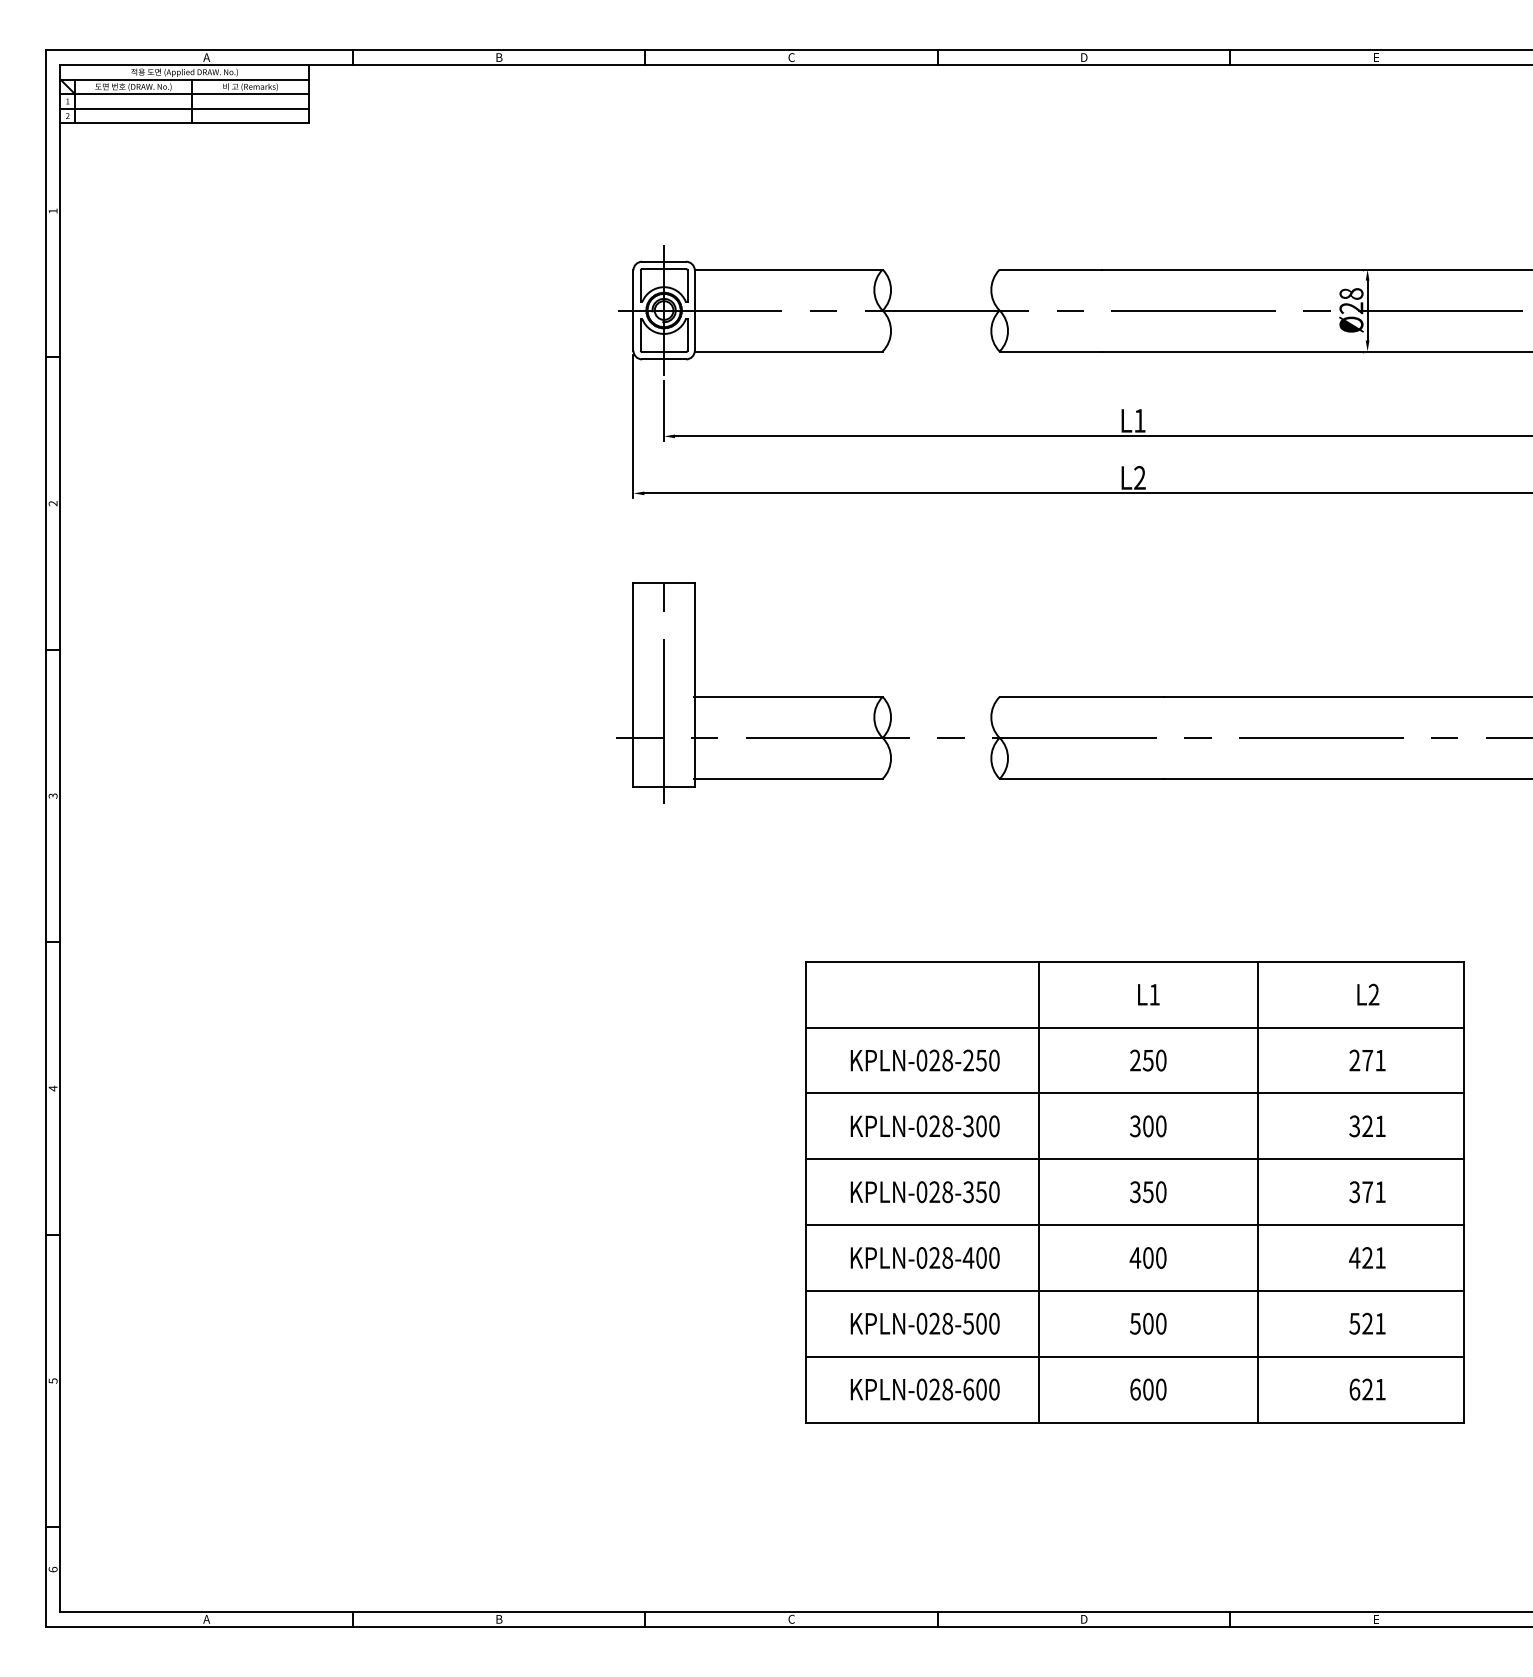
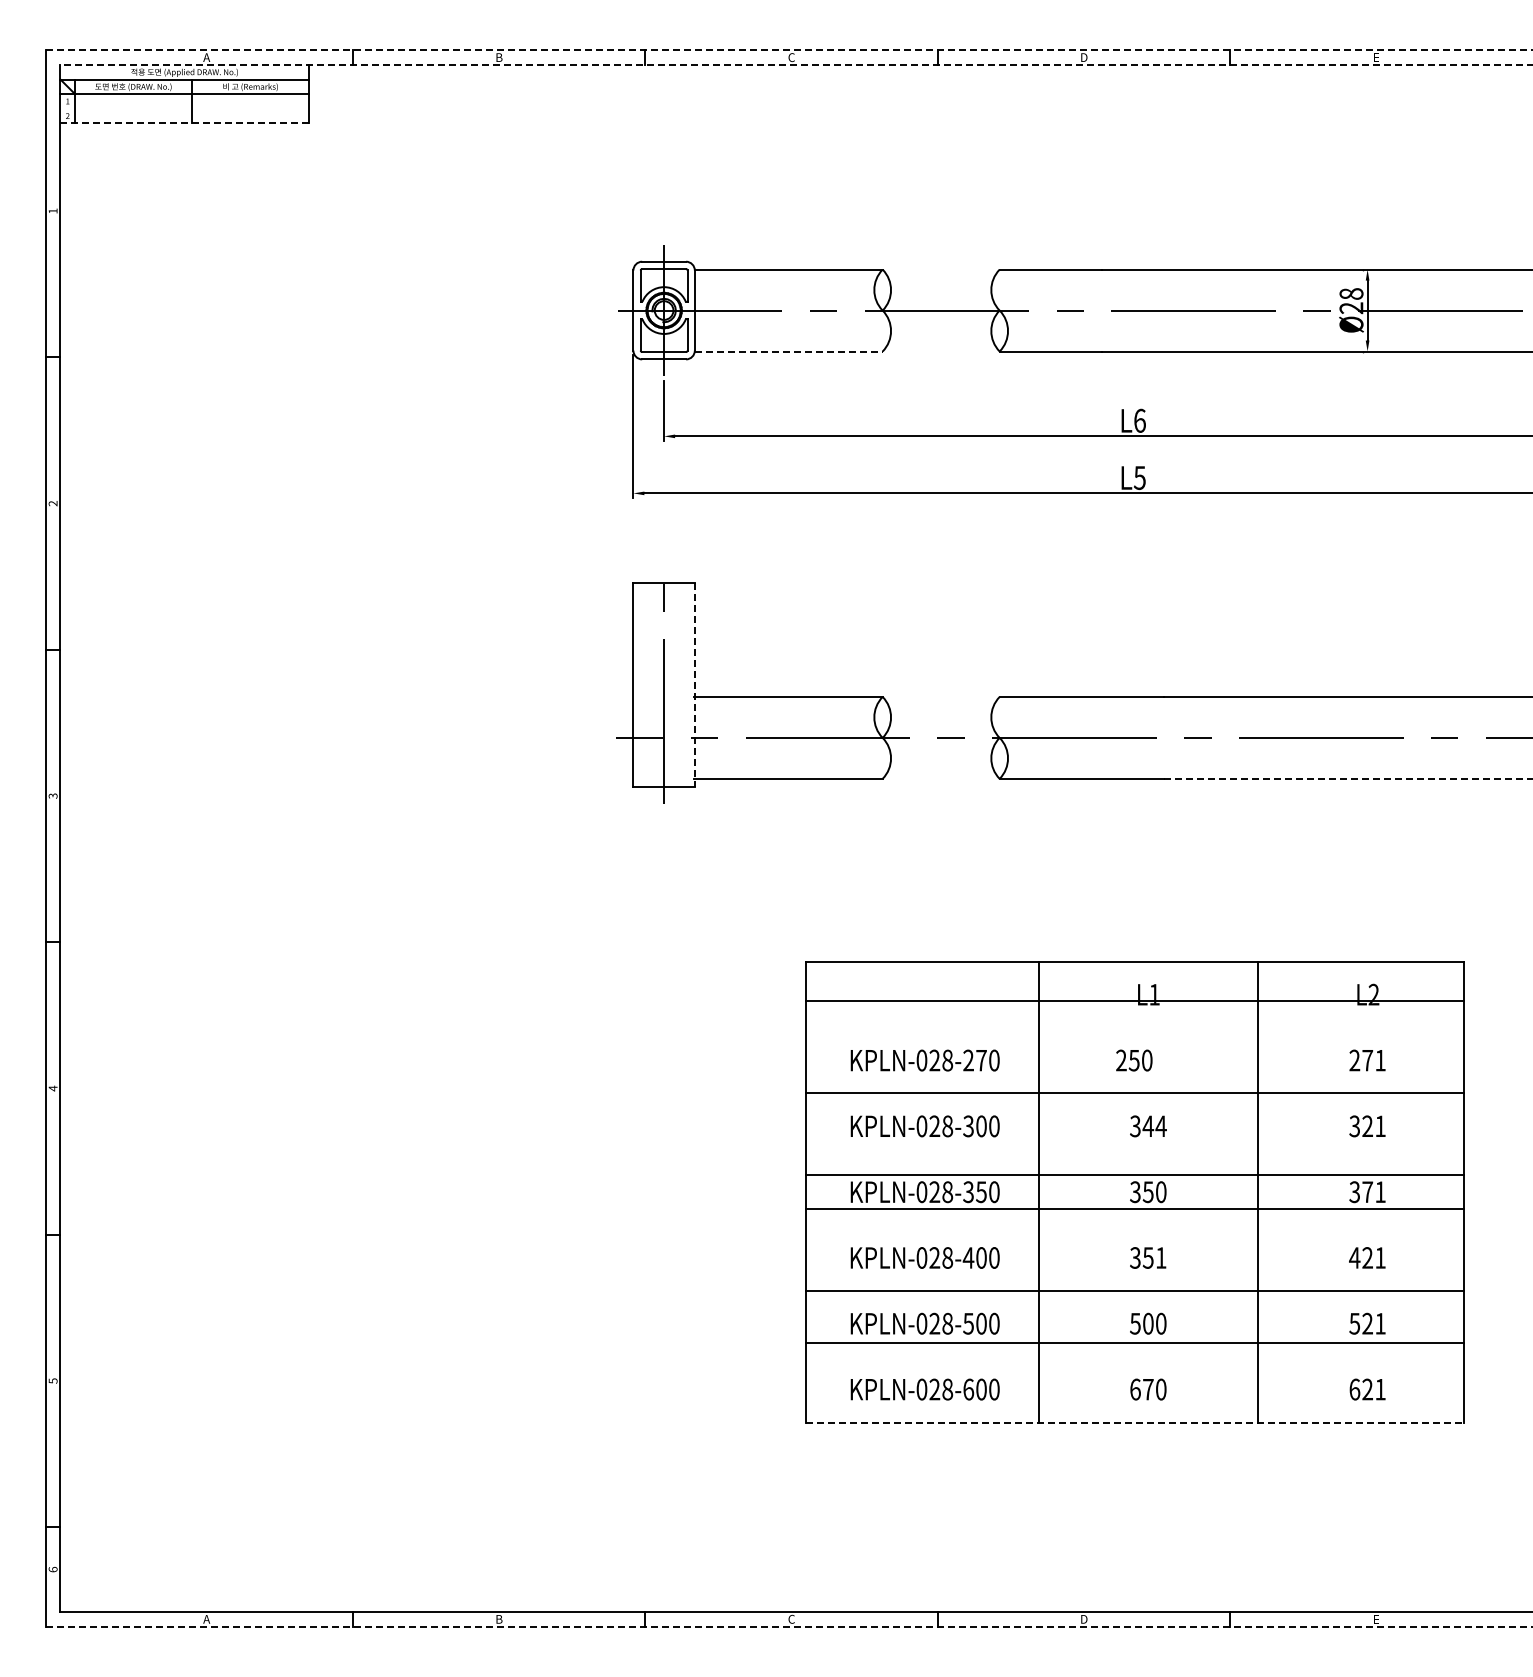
line at (788, 50): solid -> dashed
line at (796, 64): solid -> dashed
line at (184, 108): present -> none
line at (184, 123): solid -> dashed
line at (788, 351): solid -> dashed
text at (1139, 420): L1 -> L6
text at (1139, 477): L2 -> L5
line at (694, 684): solid -> dashed
line at (1348, 778): solid -> dashed
line at (1135, 1027) position: (1135, 1027) -> (1135, 1000)
text at (981, 1060): KPLN-028-250 -> KPLN-028-270
text at (1148, 1060) position: (1148, 1060) -> (1134, 1060)
text at (1154, 1126): 300 -> 344
line at (1135, 1159) position: (1135, 1159) -> (1135, 1175)
line at (1135, 1225) position: (1135, 1225) -> (1135, 1209)
text at (1147, 1257): 400 -> 351
line at (1135, 1356) position: (1135, 1356) -> (1135, 1342)
text at (1148, 1389): 600 -> 670
line at (1135, 1422): solid -> dashed
line at (789, 1626): solid -> dashed
